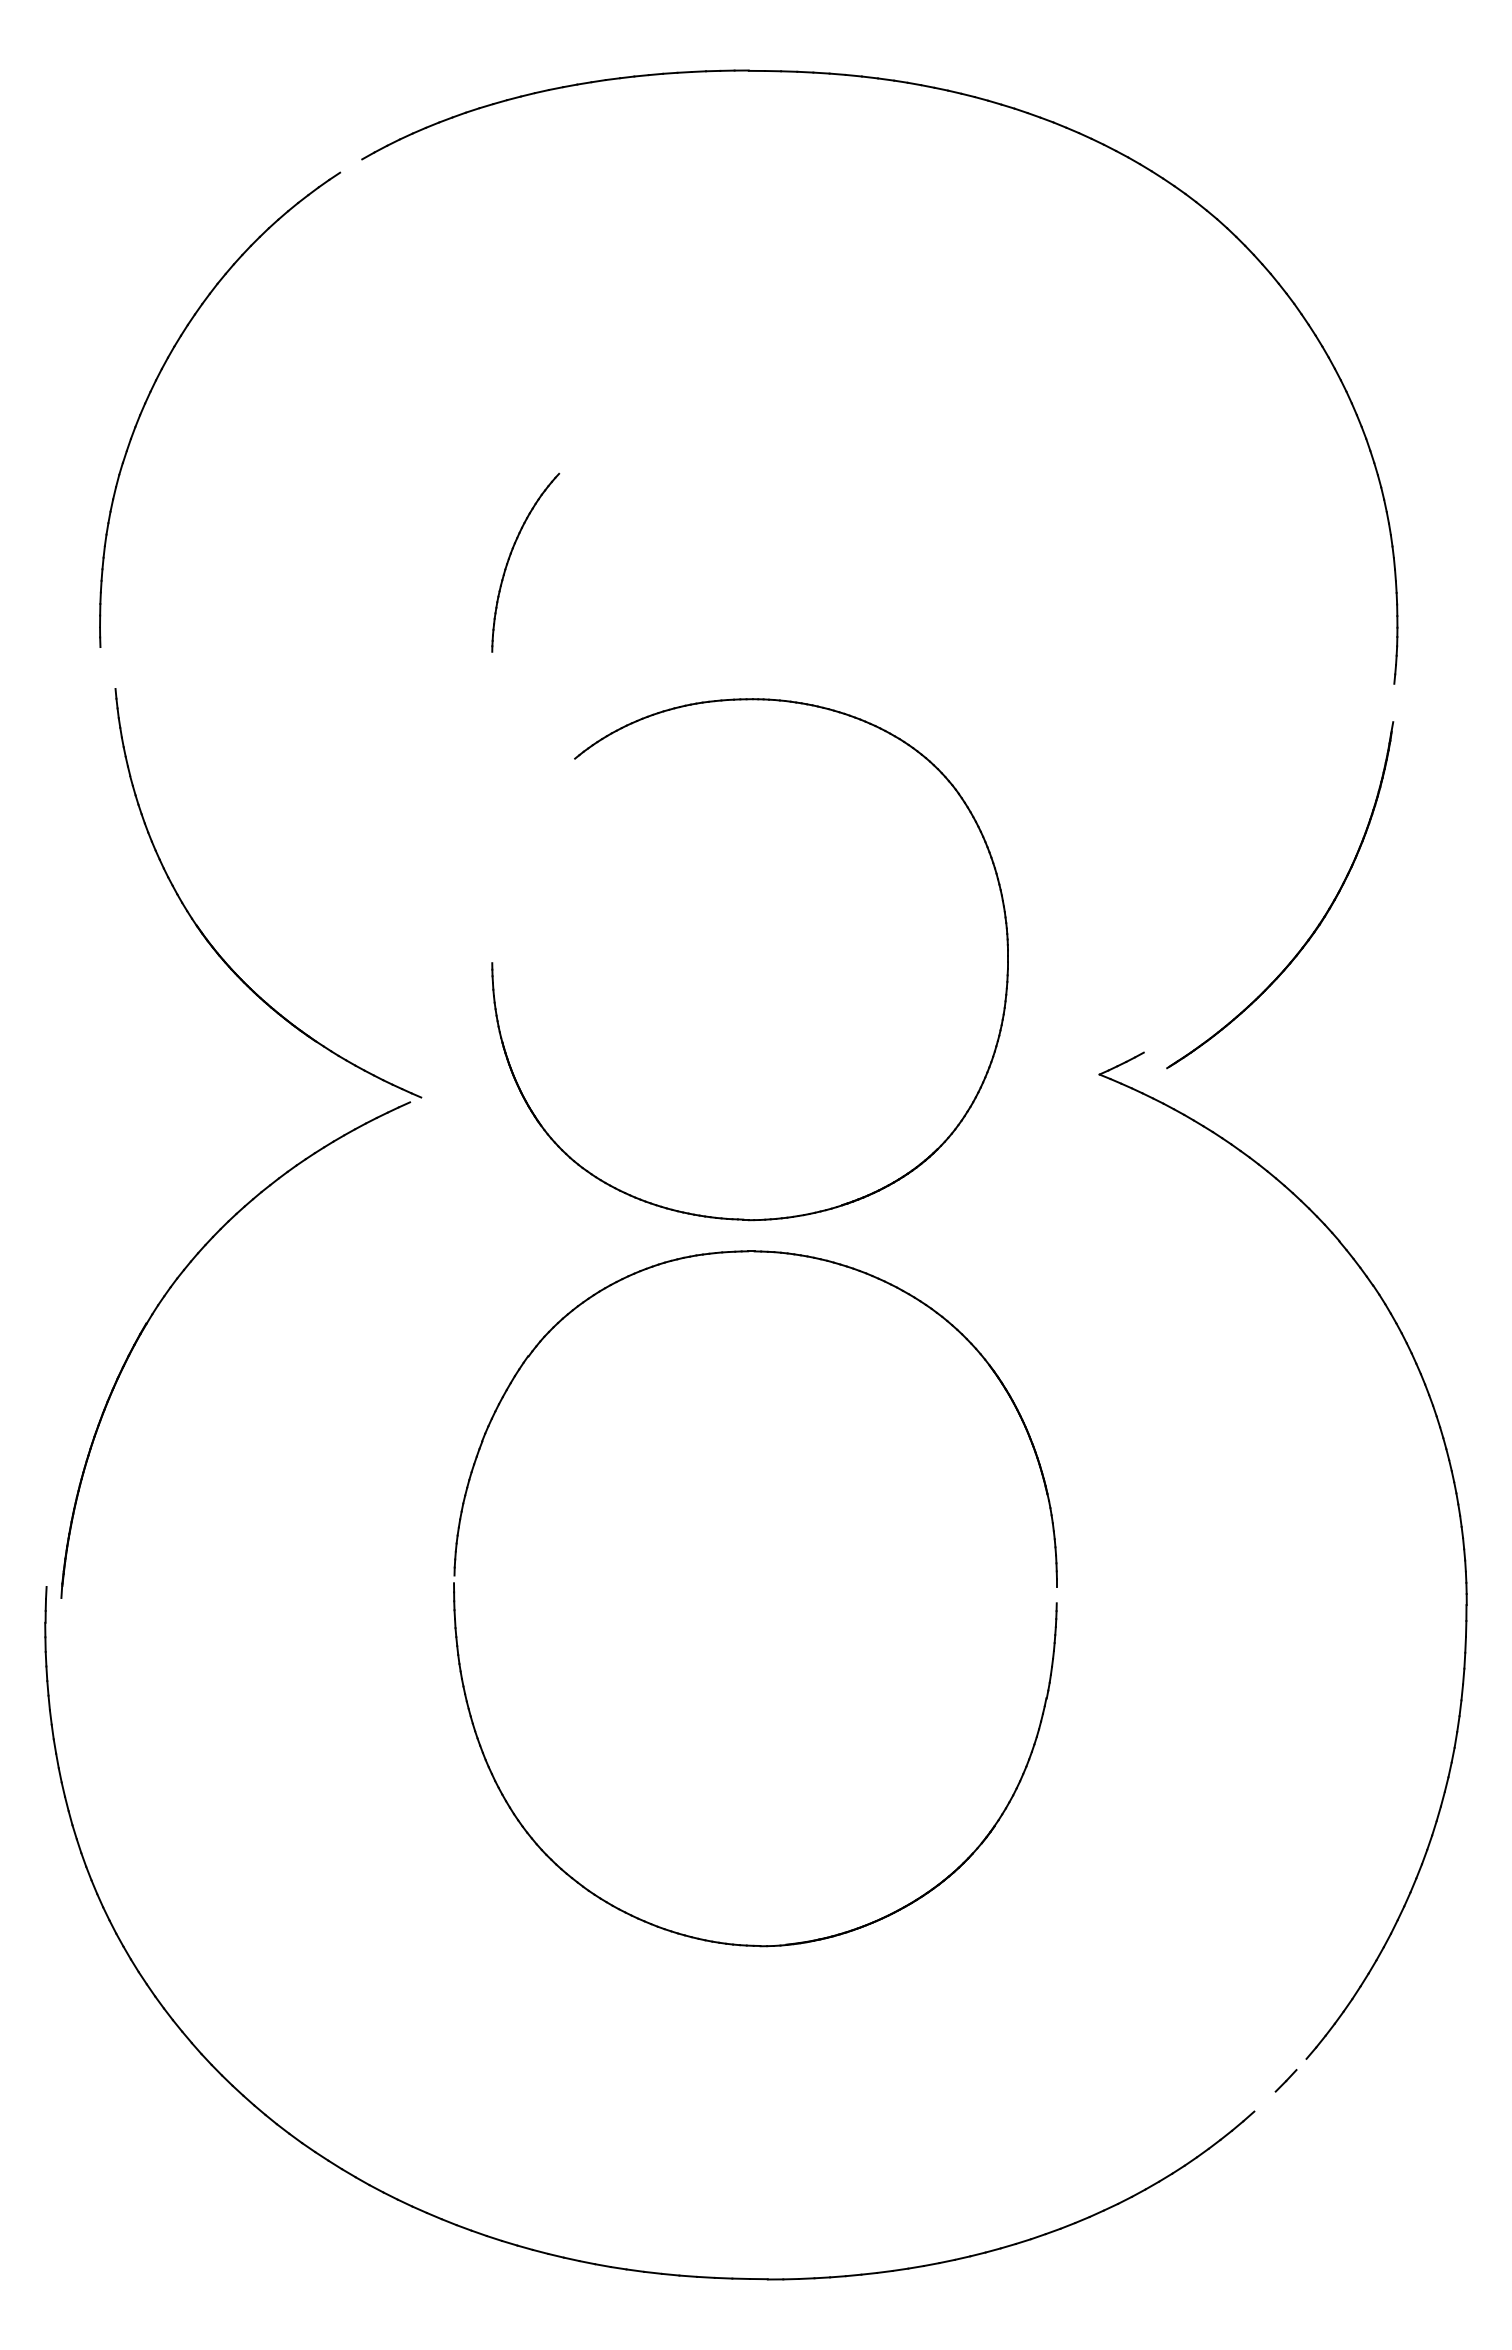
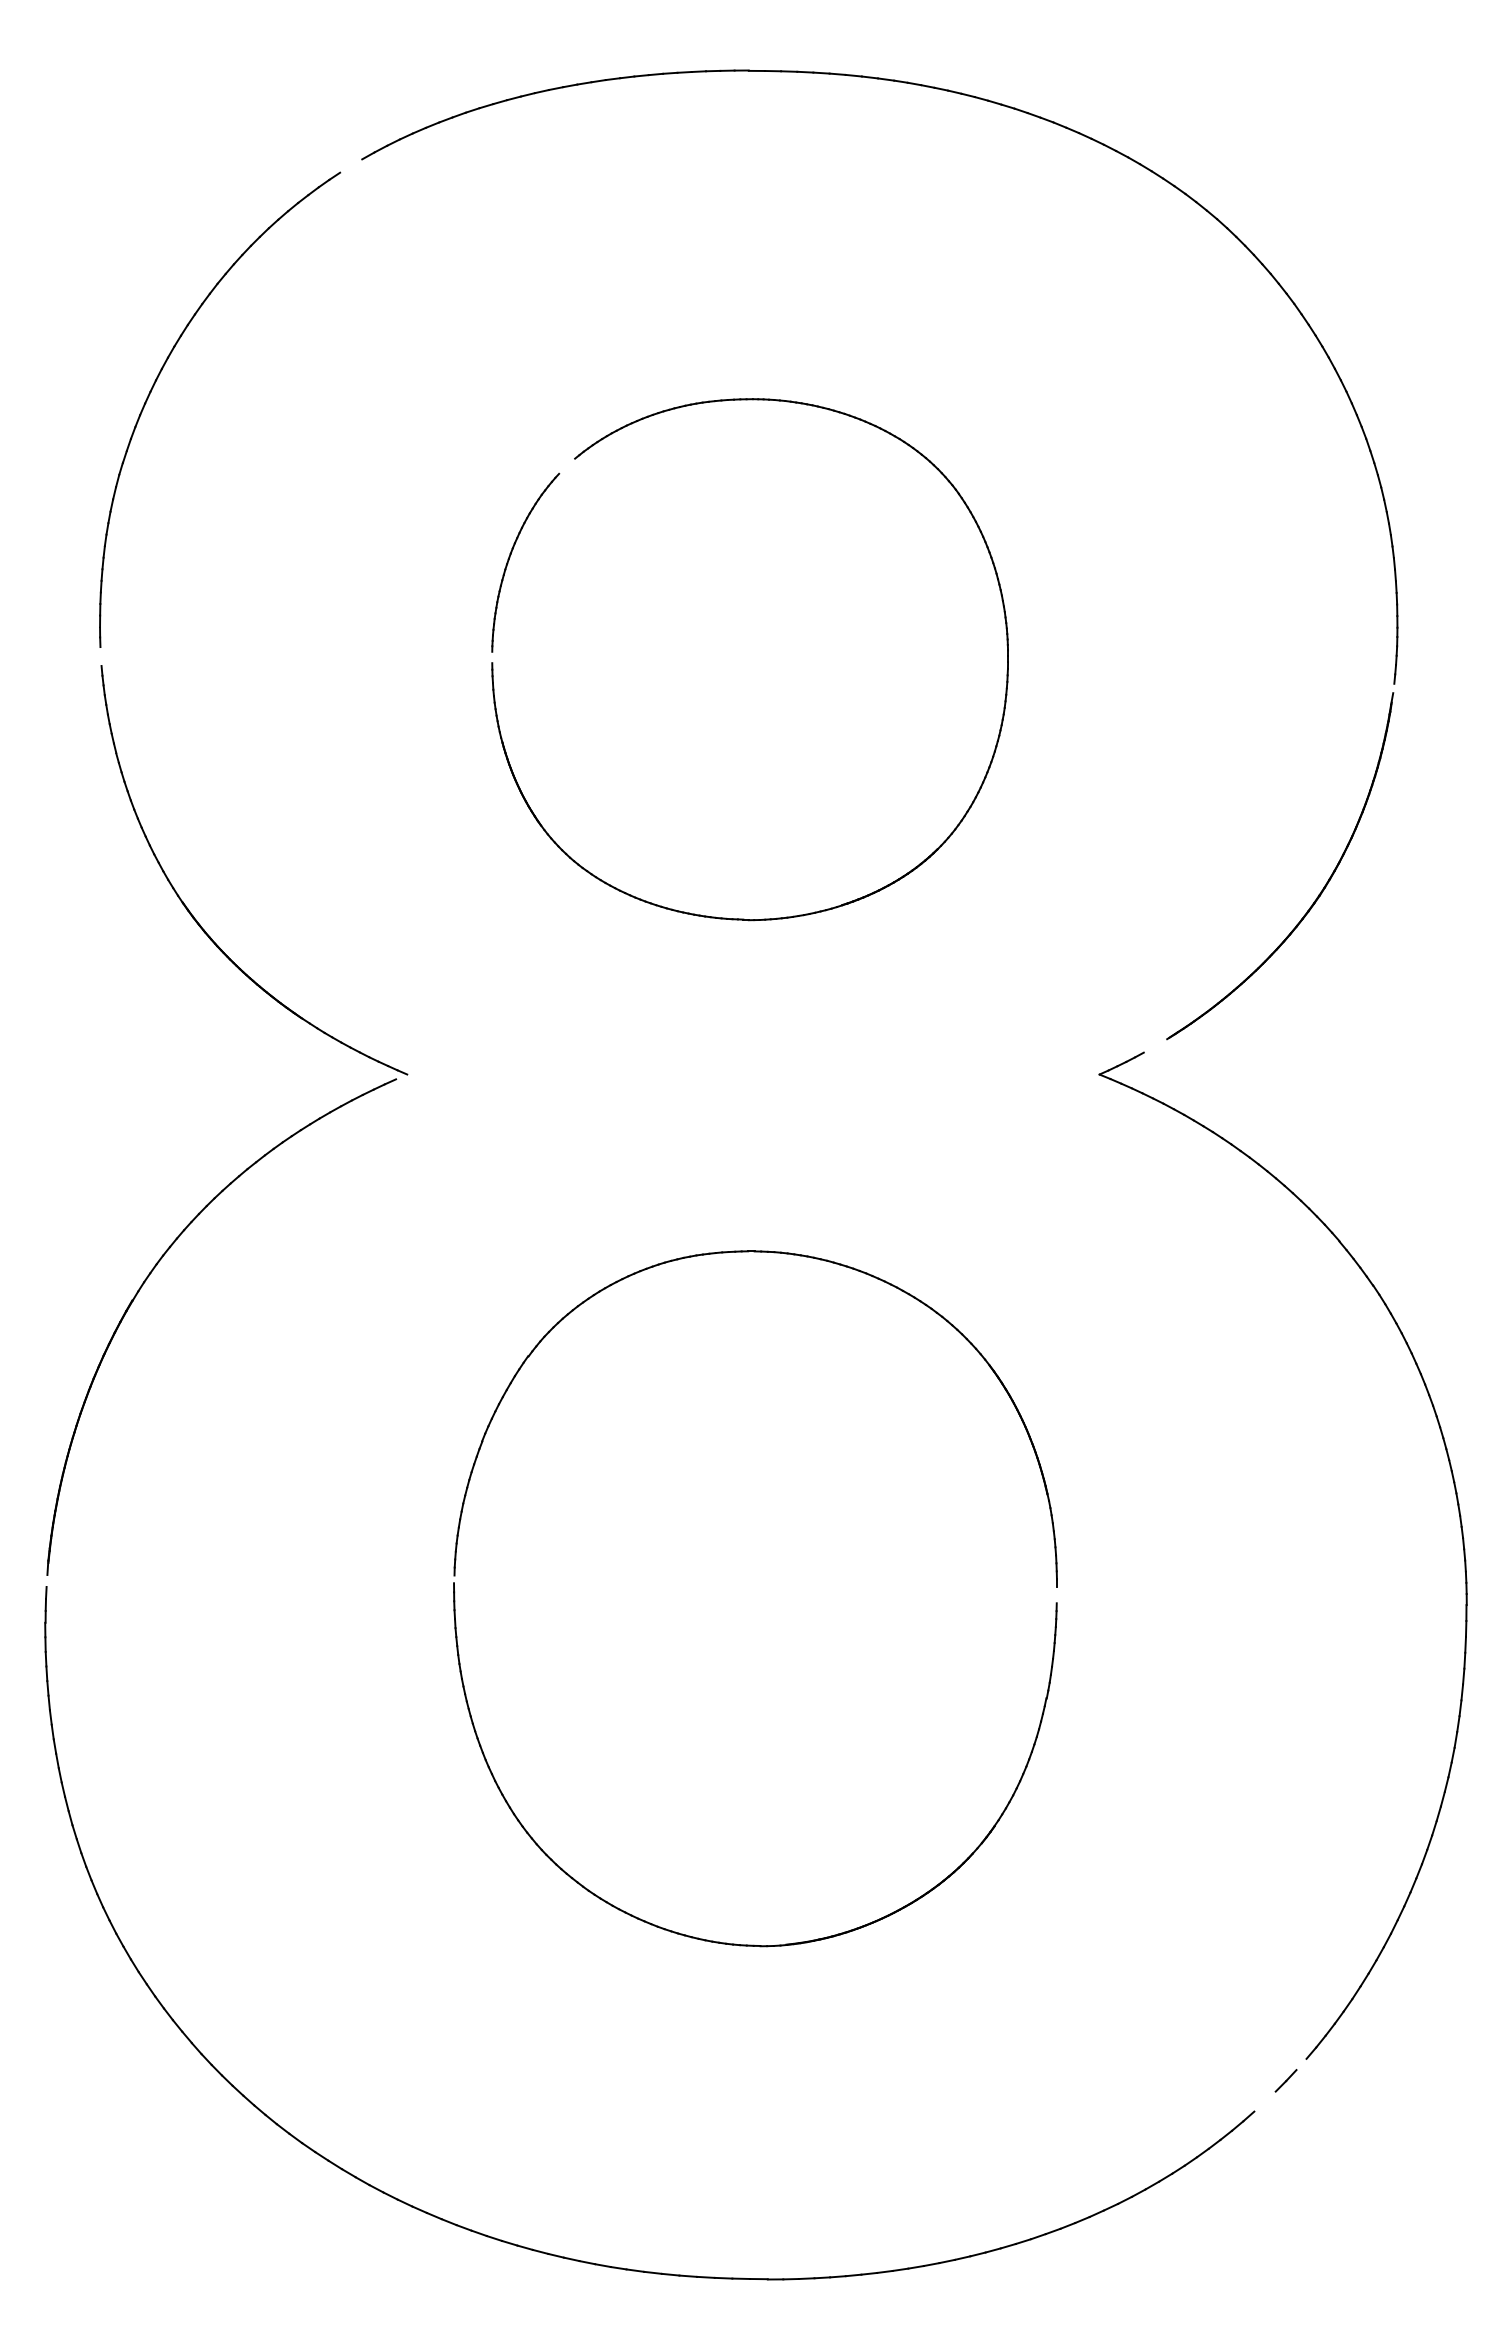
part at (1320, 920) position: (1320, 920) -> (1320, 891)
part at (493, 962) position: (493, 962) -> (493, 662)
part at (270, 1183) position: (270, 1183) -> (256, 1160)
